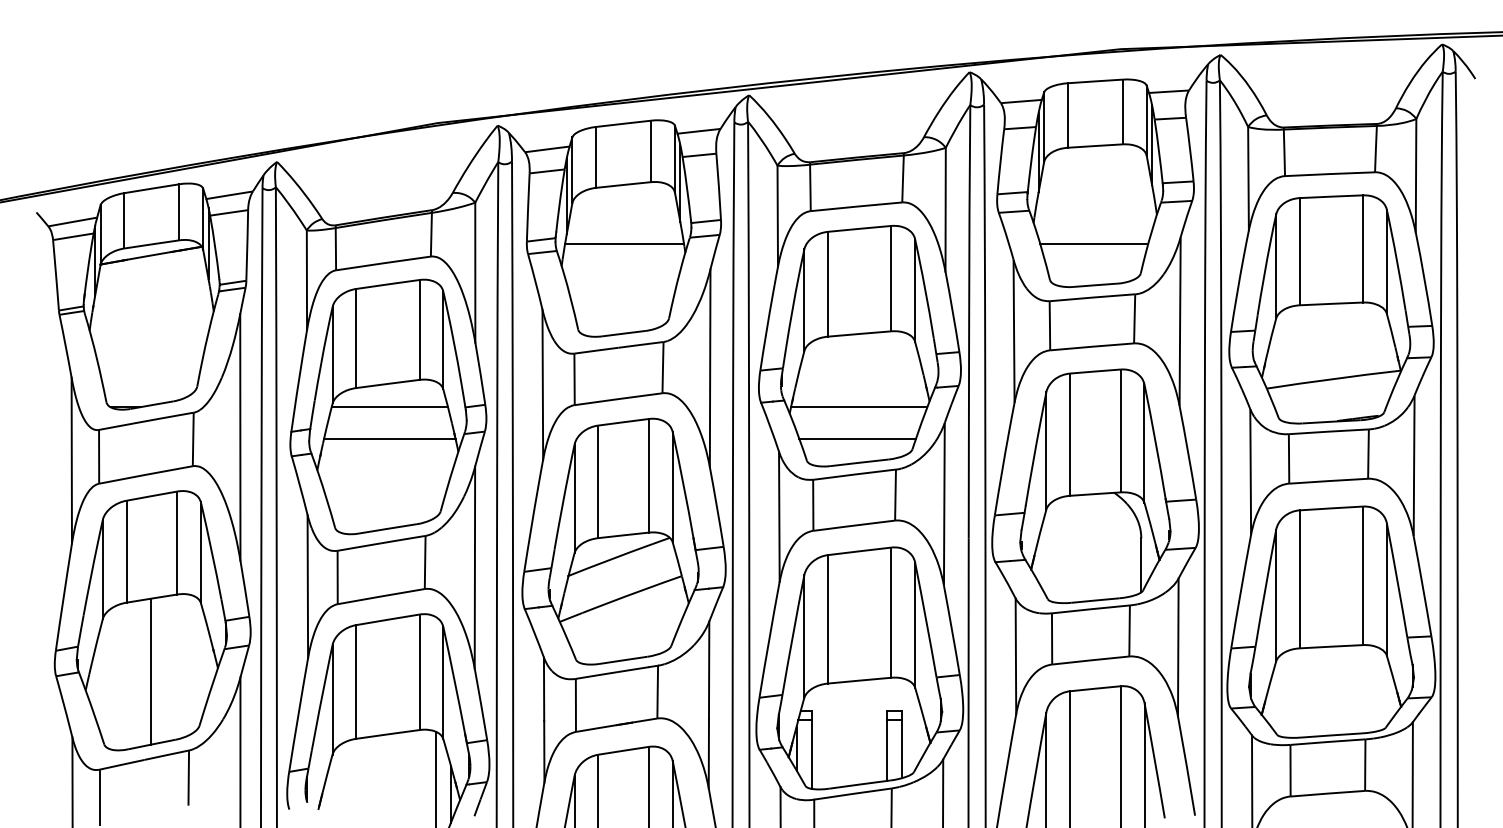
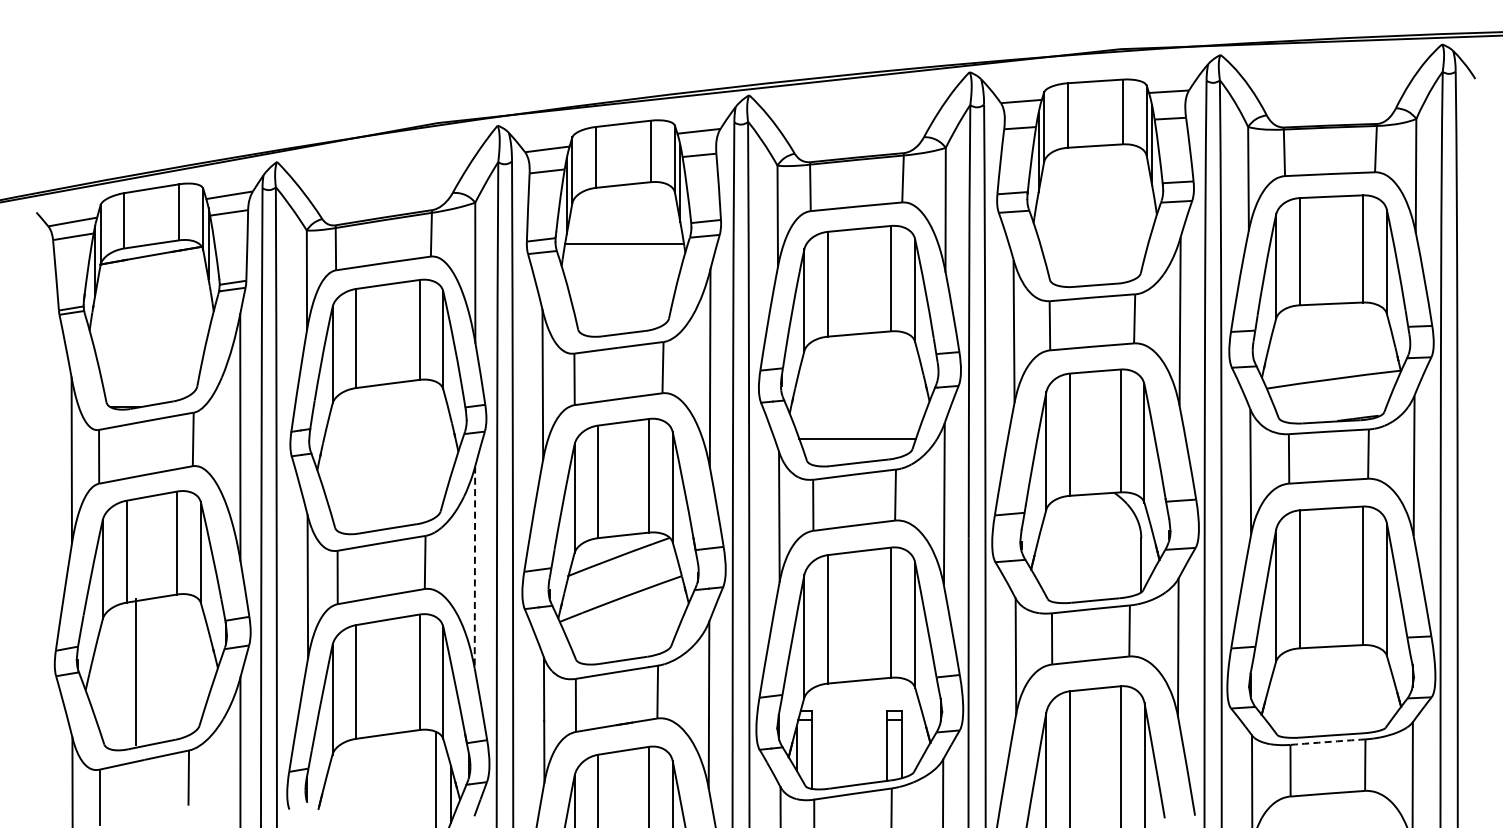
line at (1094, 243): present -> none
line at (389, 407): present -> none
line at (859, 407): present -> none
line at (389, 439): present -> none
line at (474, 568): solid -> dashed
line at (150, 671) position: (150, 671) -> (135, 671)
arc at (1327, 742): solid -> dashed
